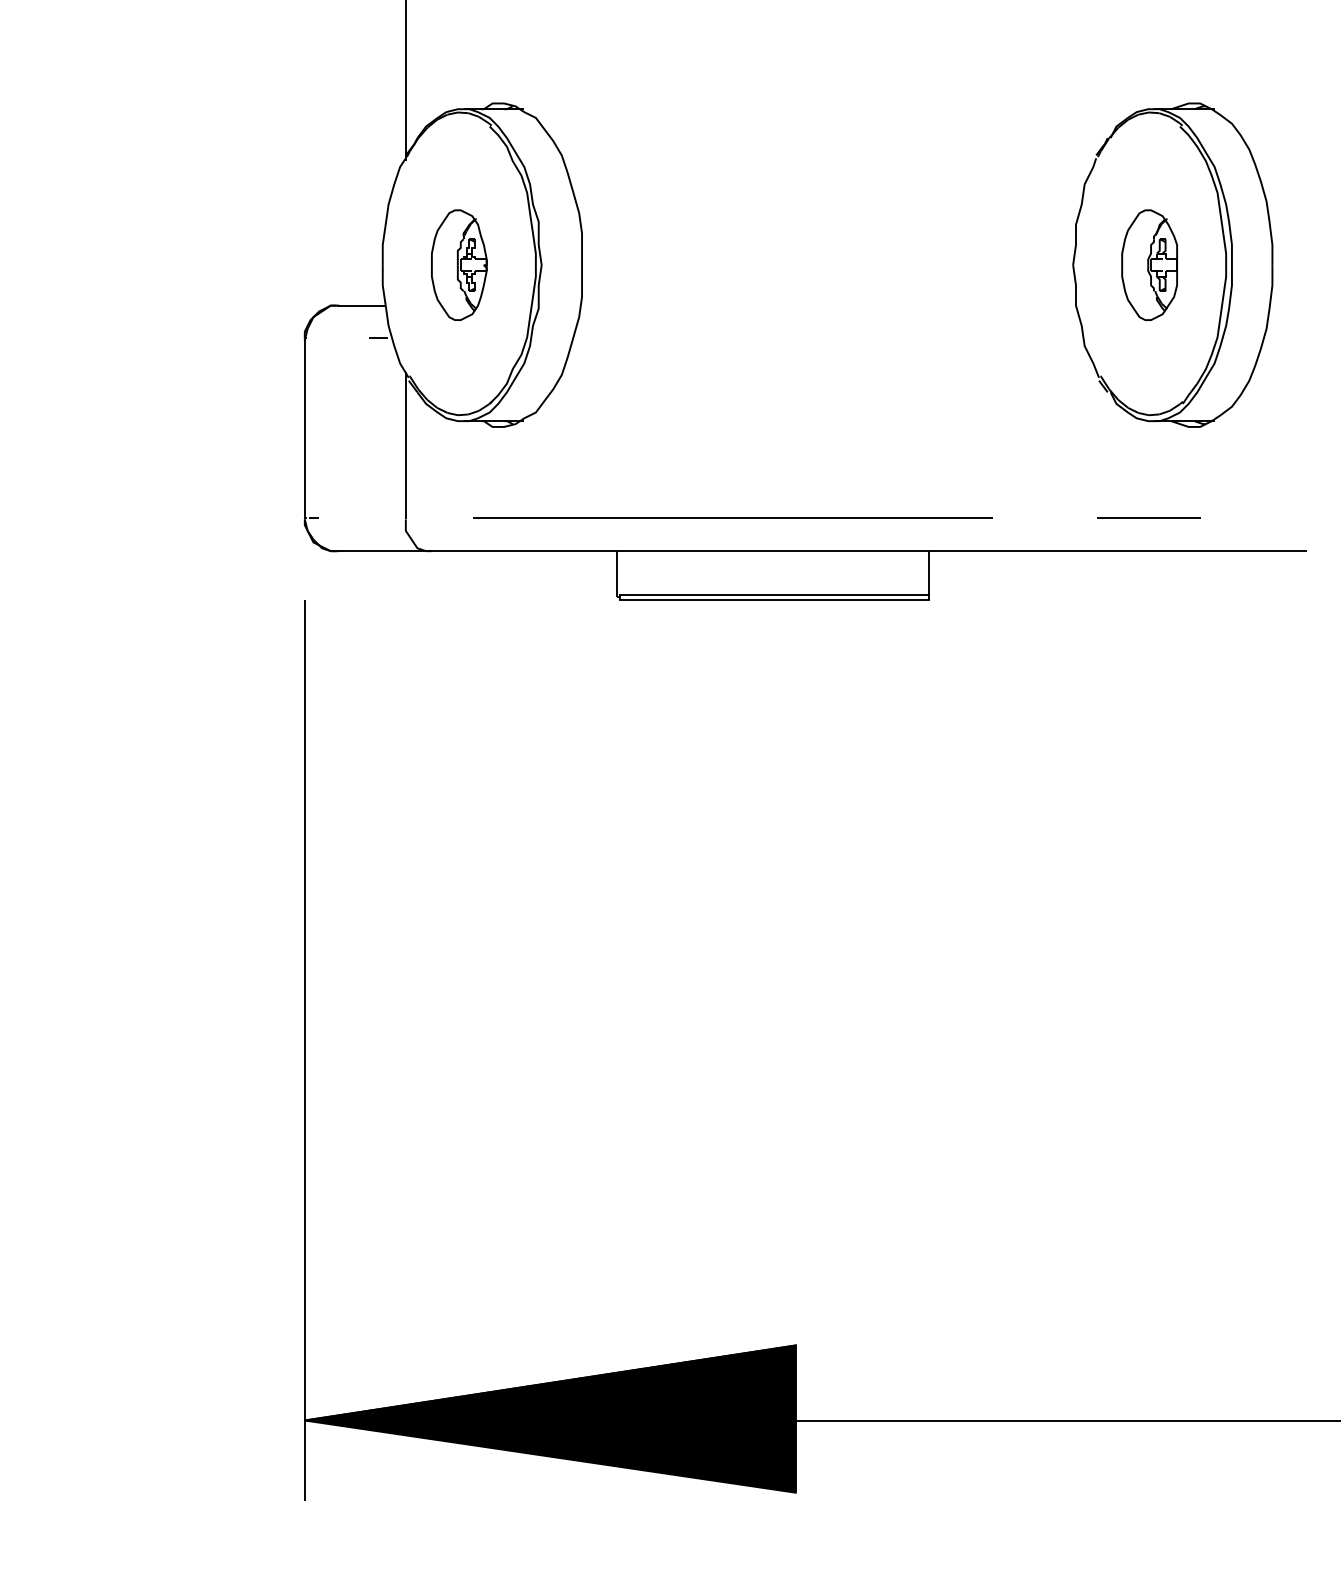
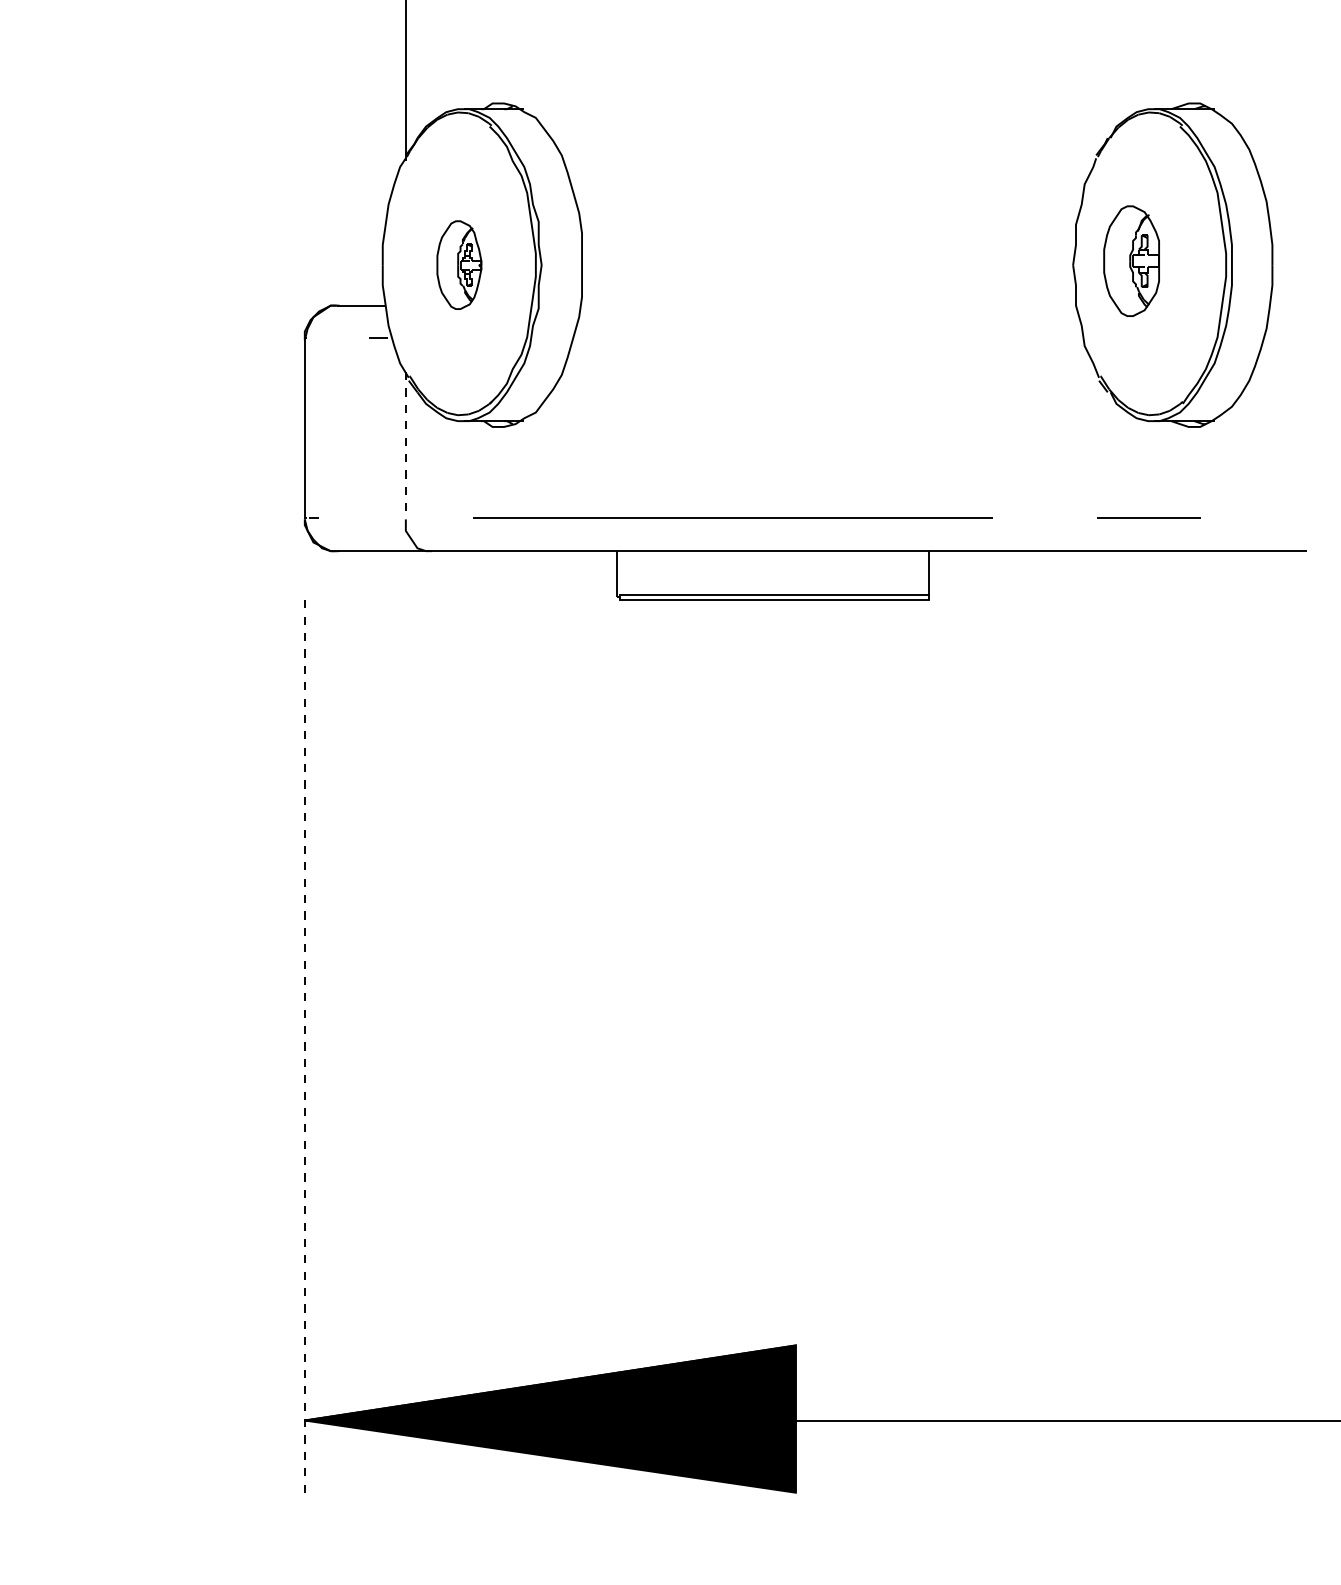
part at (459, 264) size: 57x112 px -> 47x90 px
part at (1149, 264) position: (1149, 264) -> (1131, 260)
line at (405, 445): solid -> dashed
line at (304, 1050): solid -> dashed
